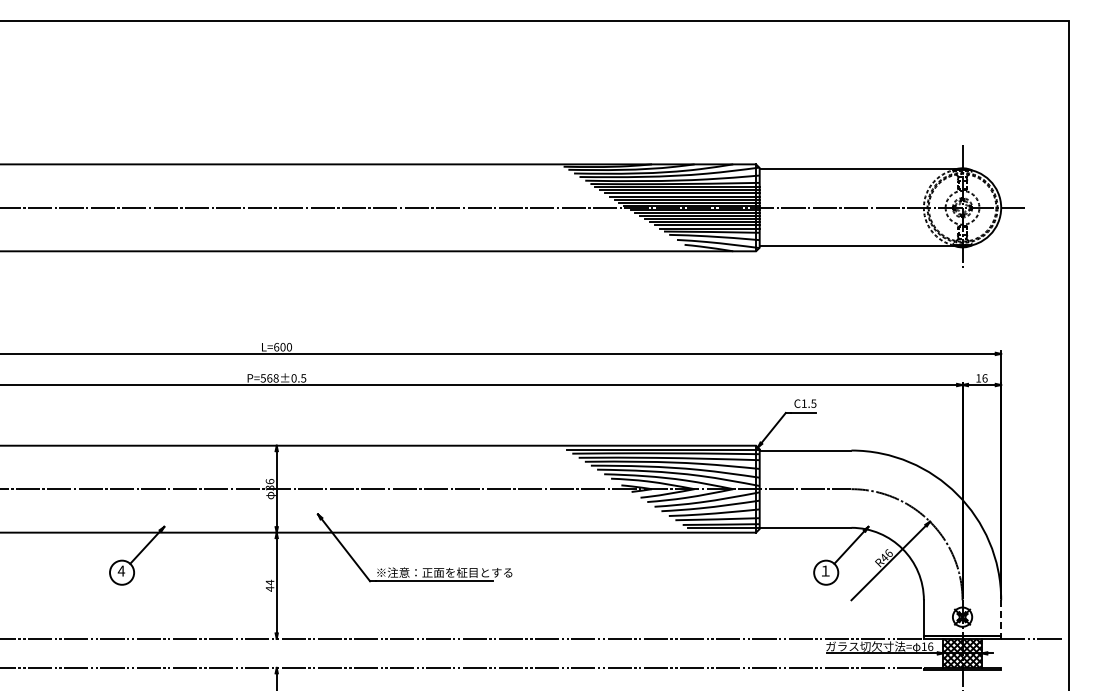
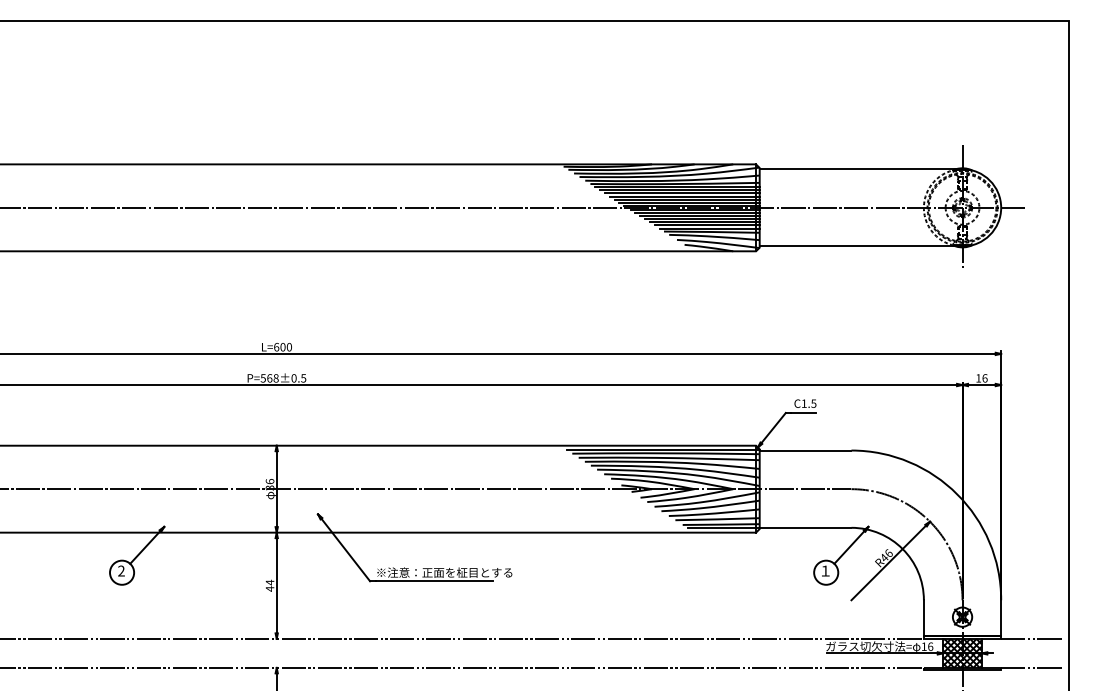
text at (121, 570): 4 -> 2
line at (1001, 618): dashed -> solid
line at (1031, 667): none -> present
